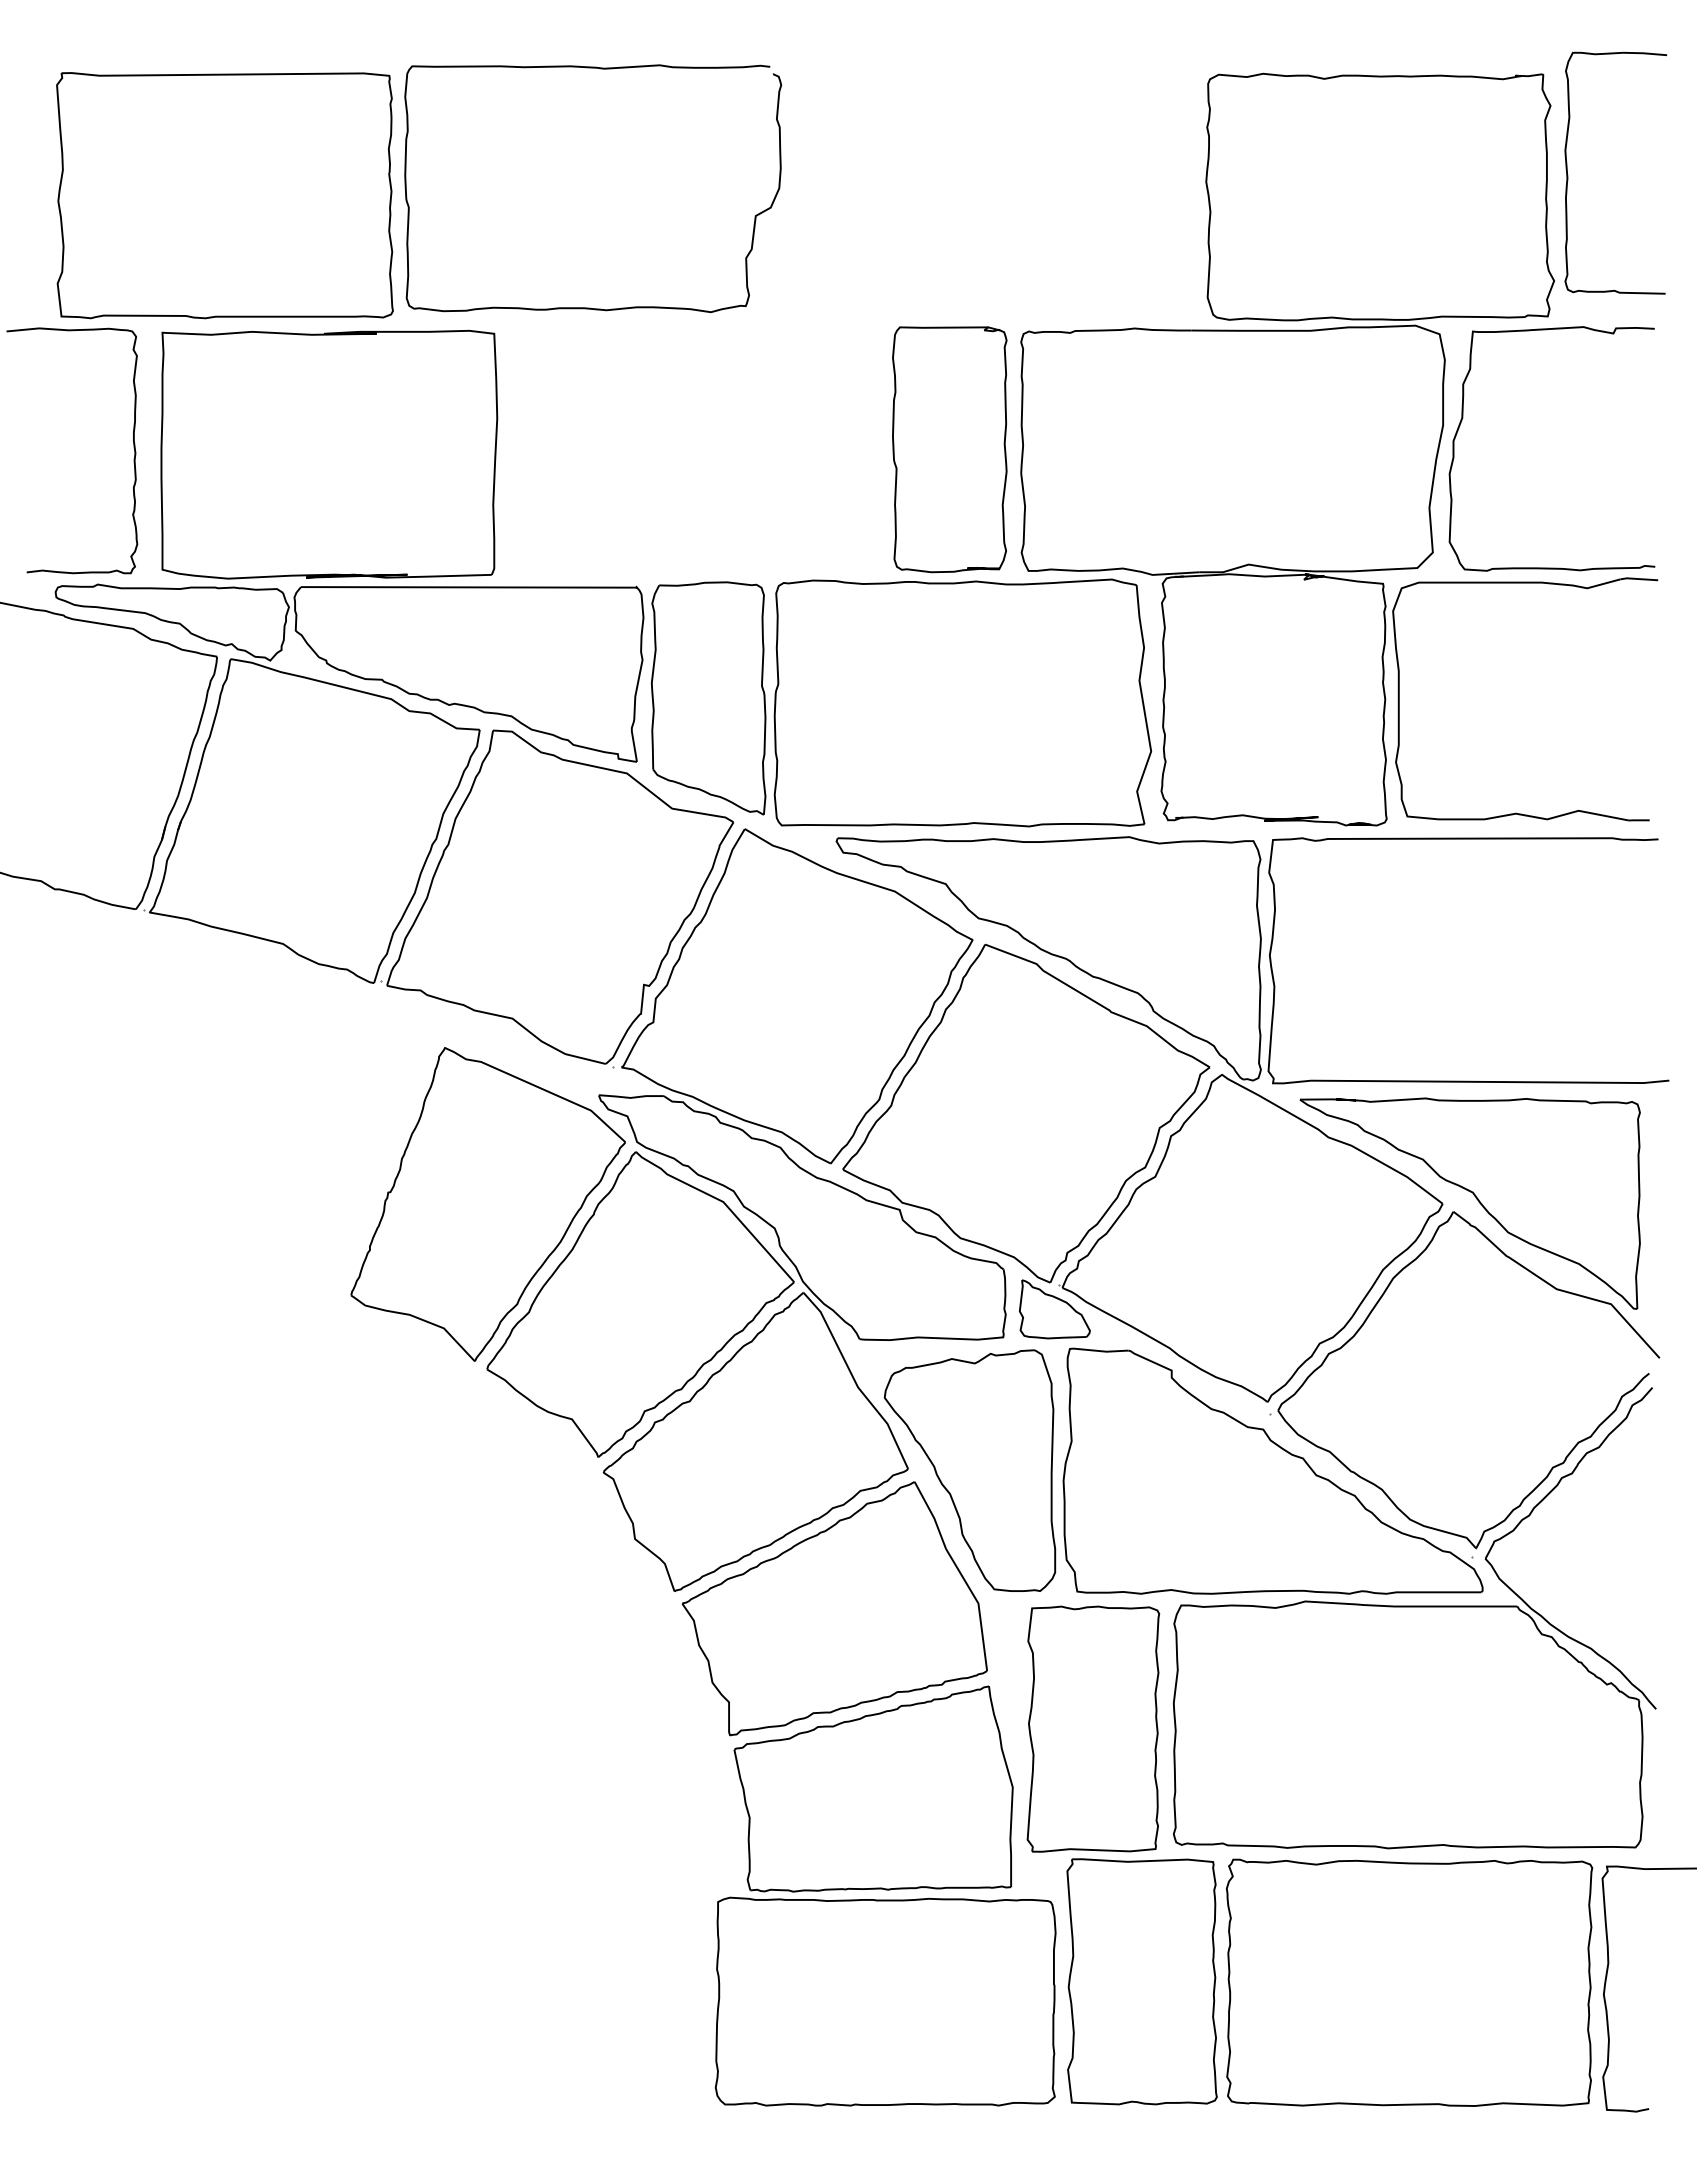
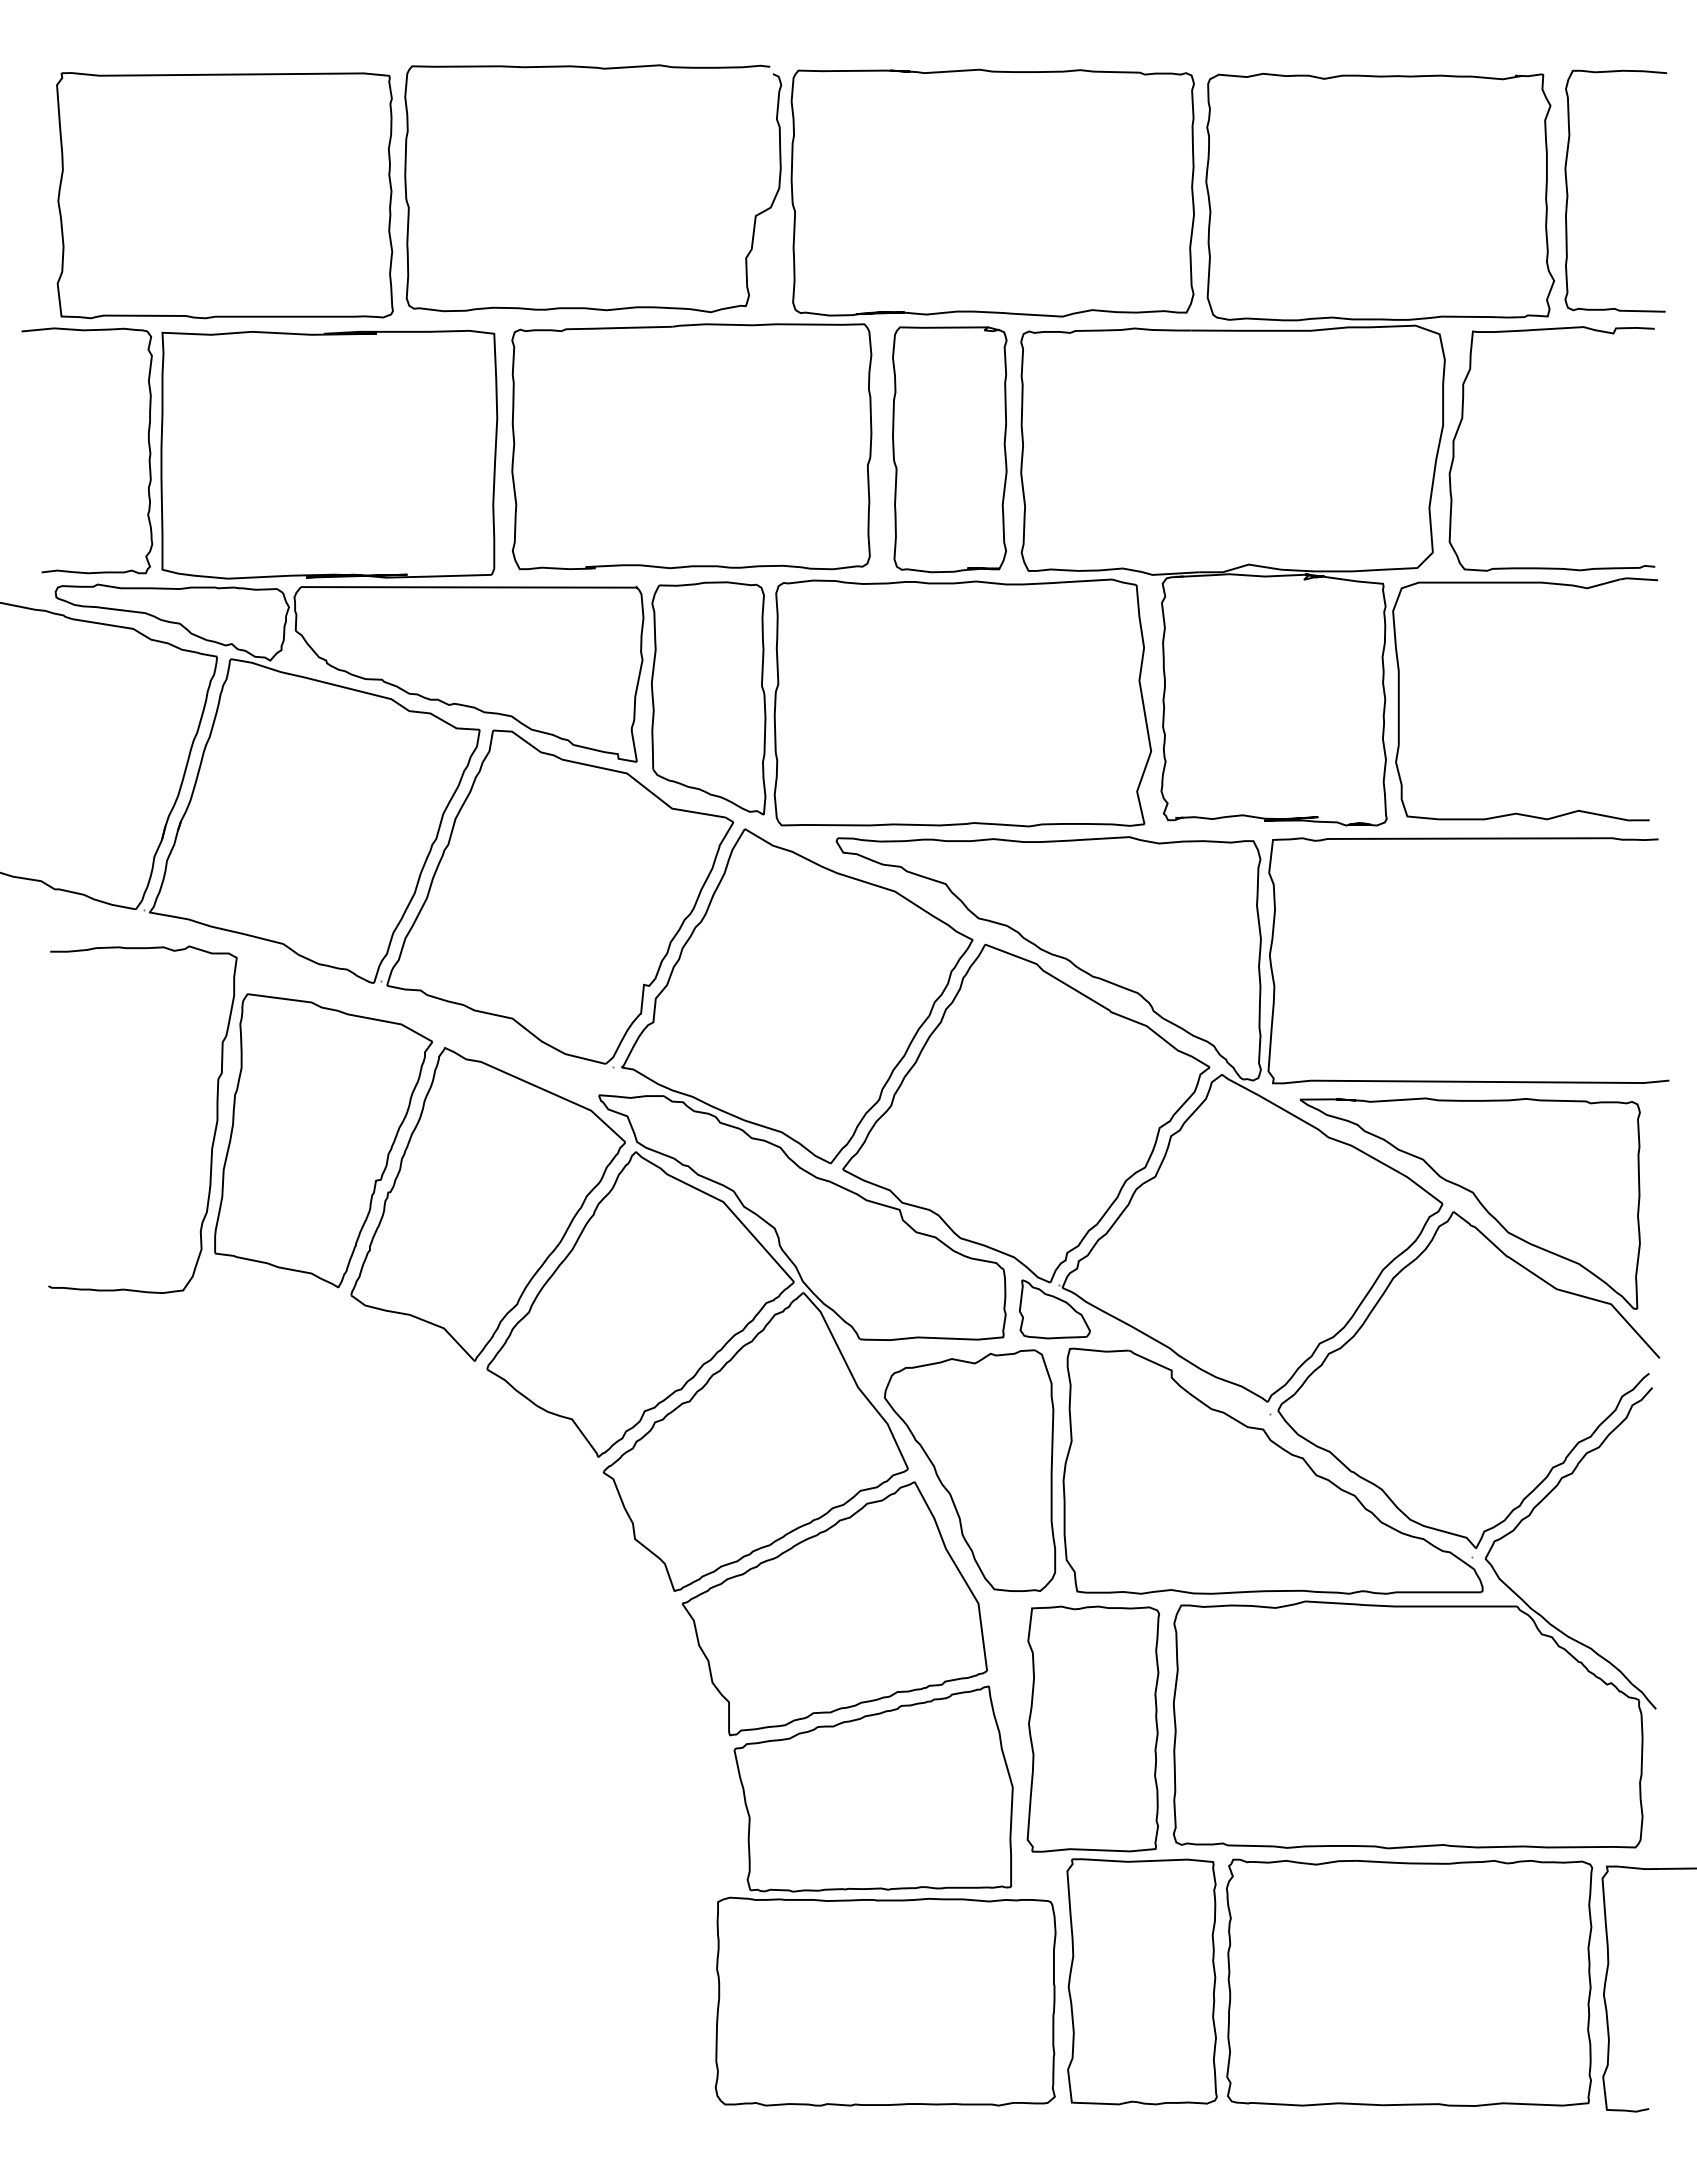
curve at (1568, 174) position: (1568, 174) -> (1568, 192)
part at (852, 319): none -> present
curve at (133, 448) position: (133, 448) -> (148, 448)
part at (240, 1119): none -> present
